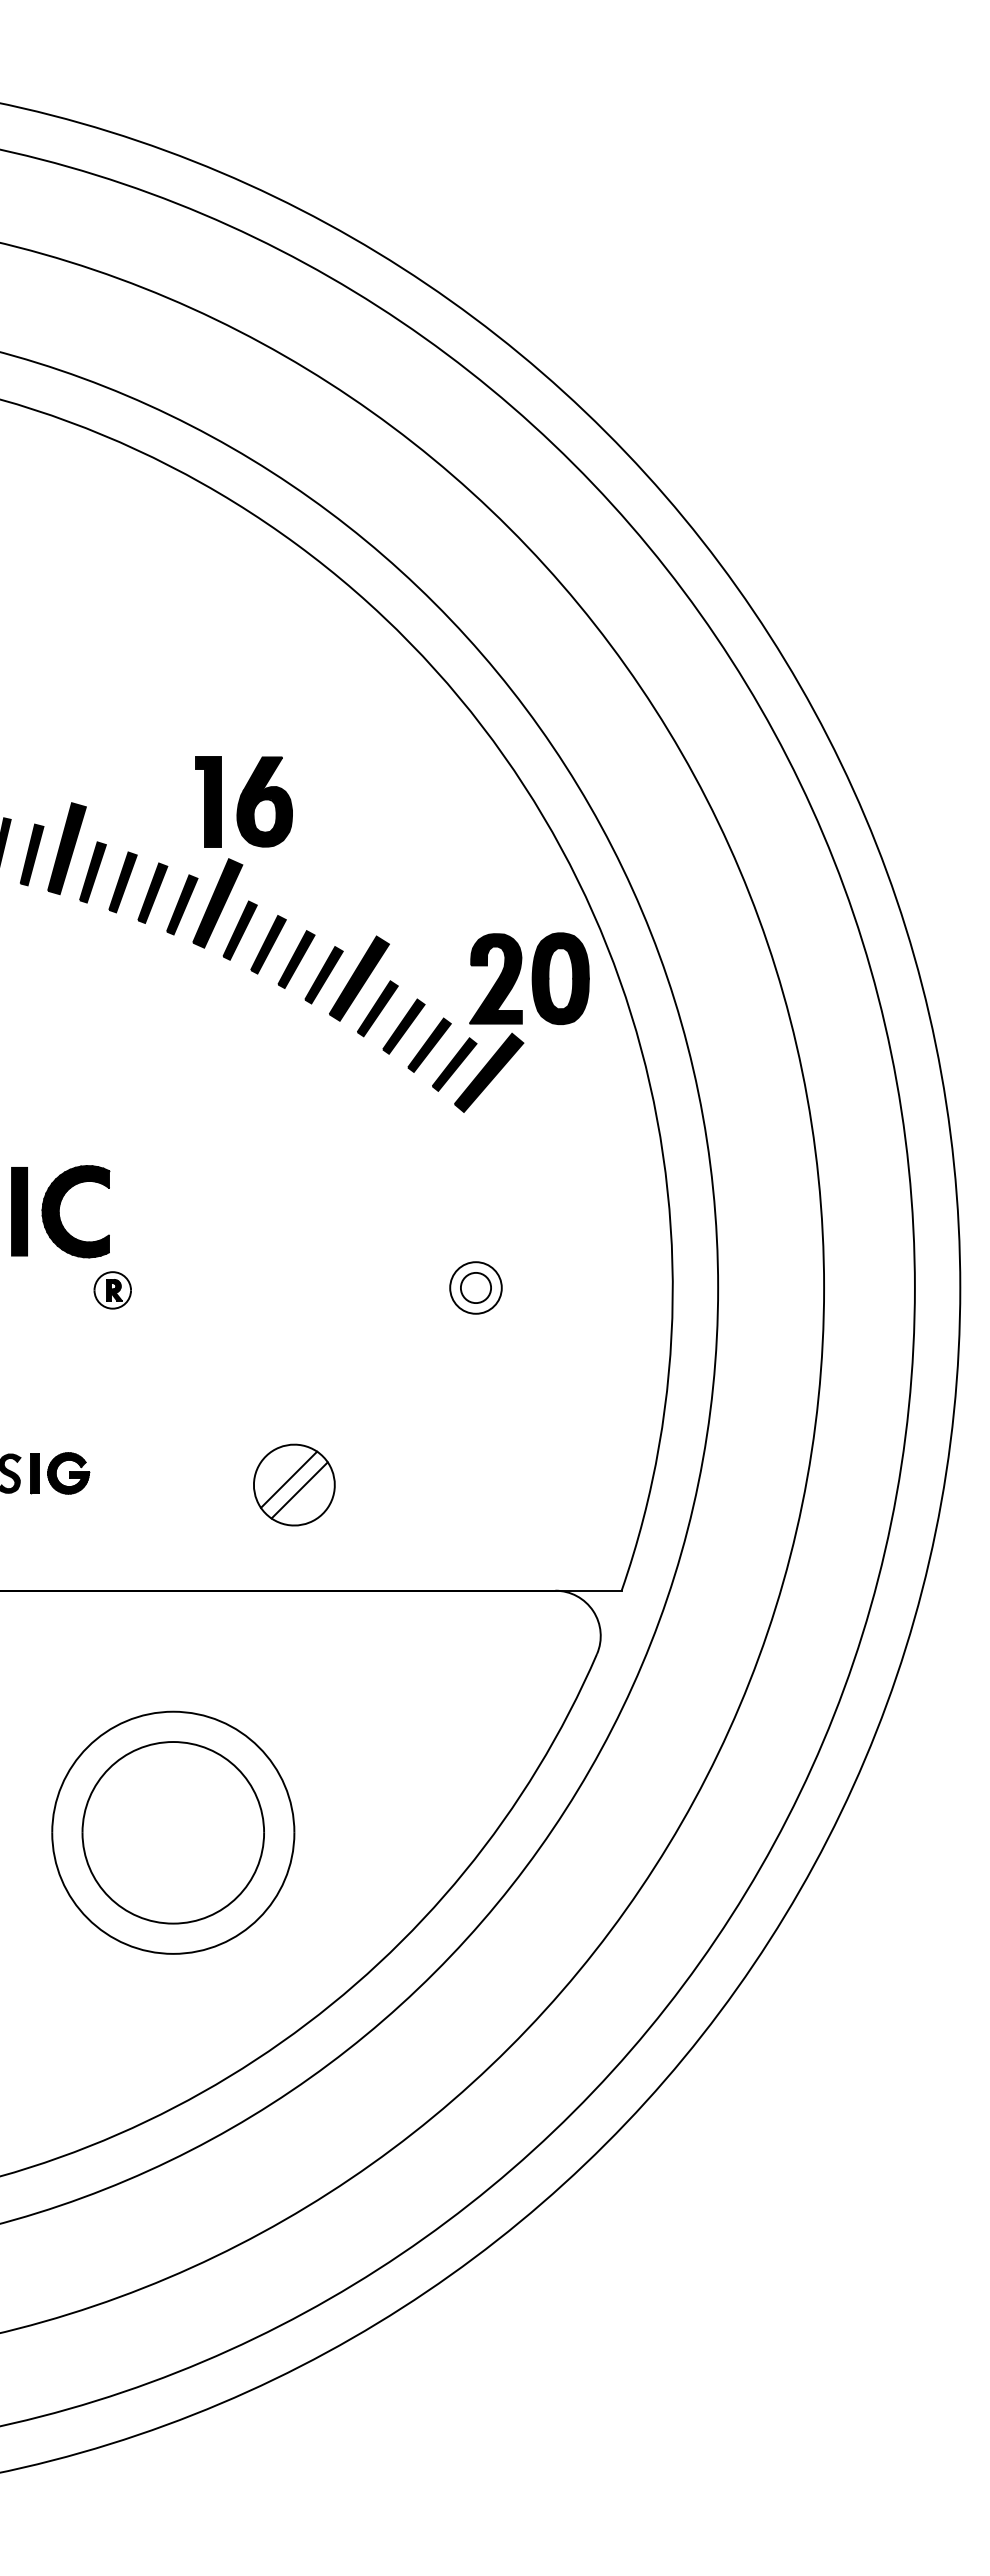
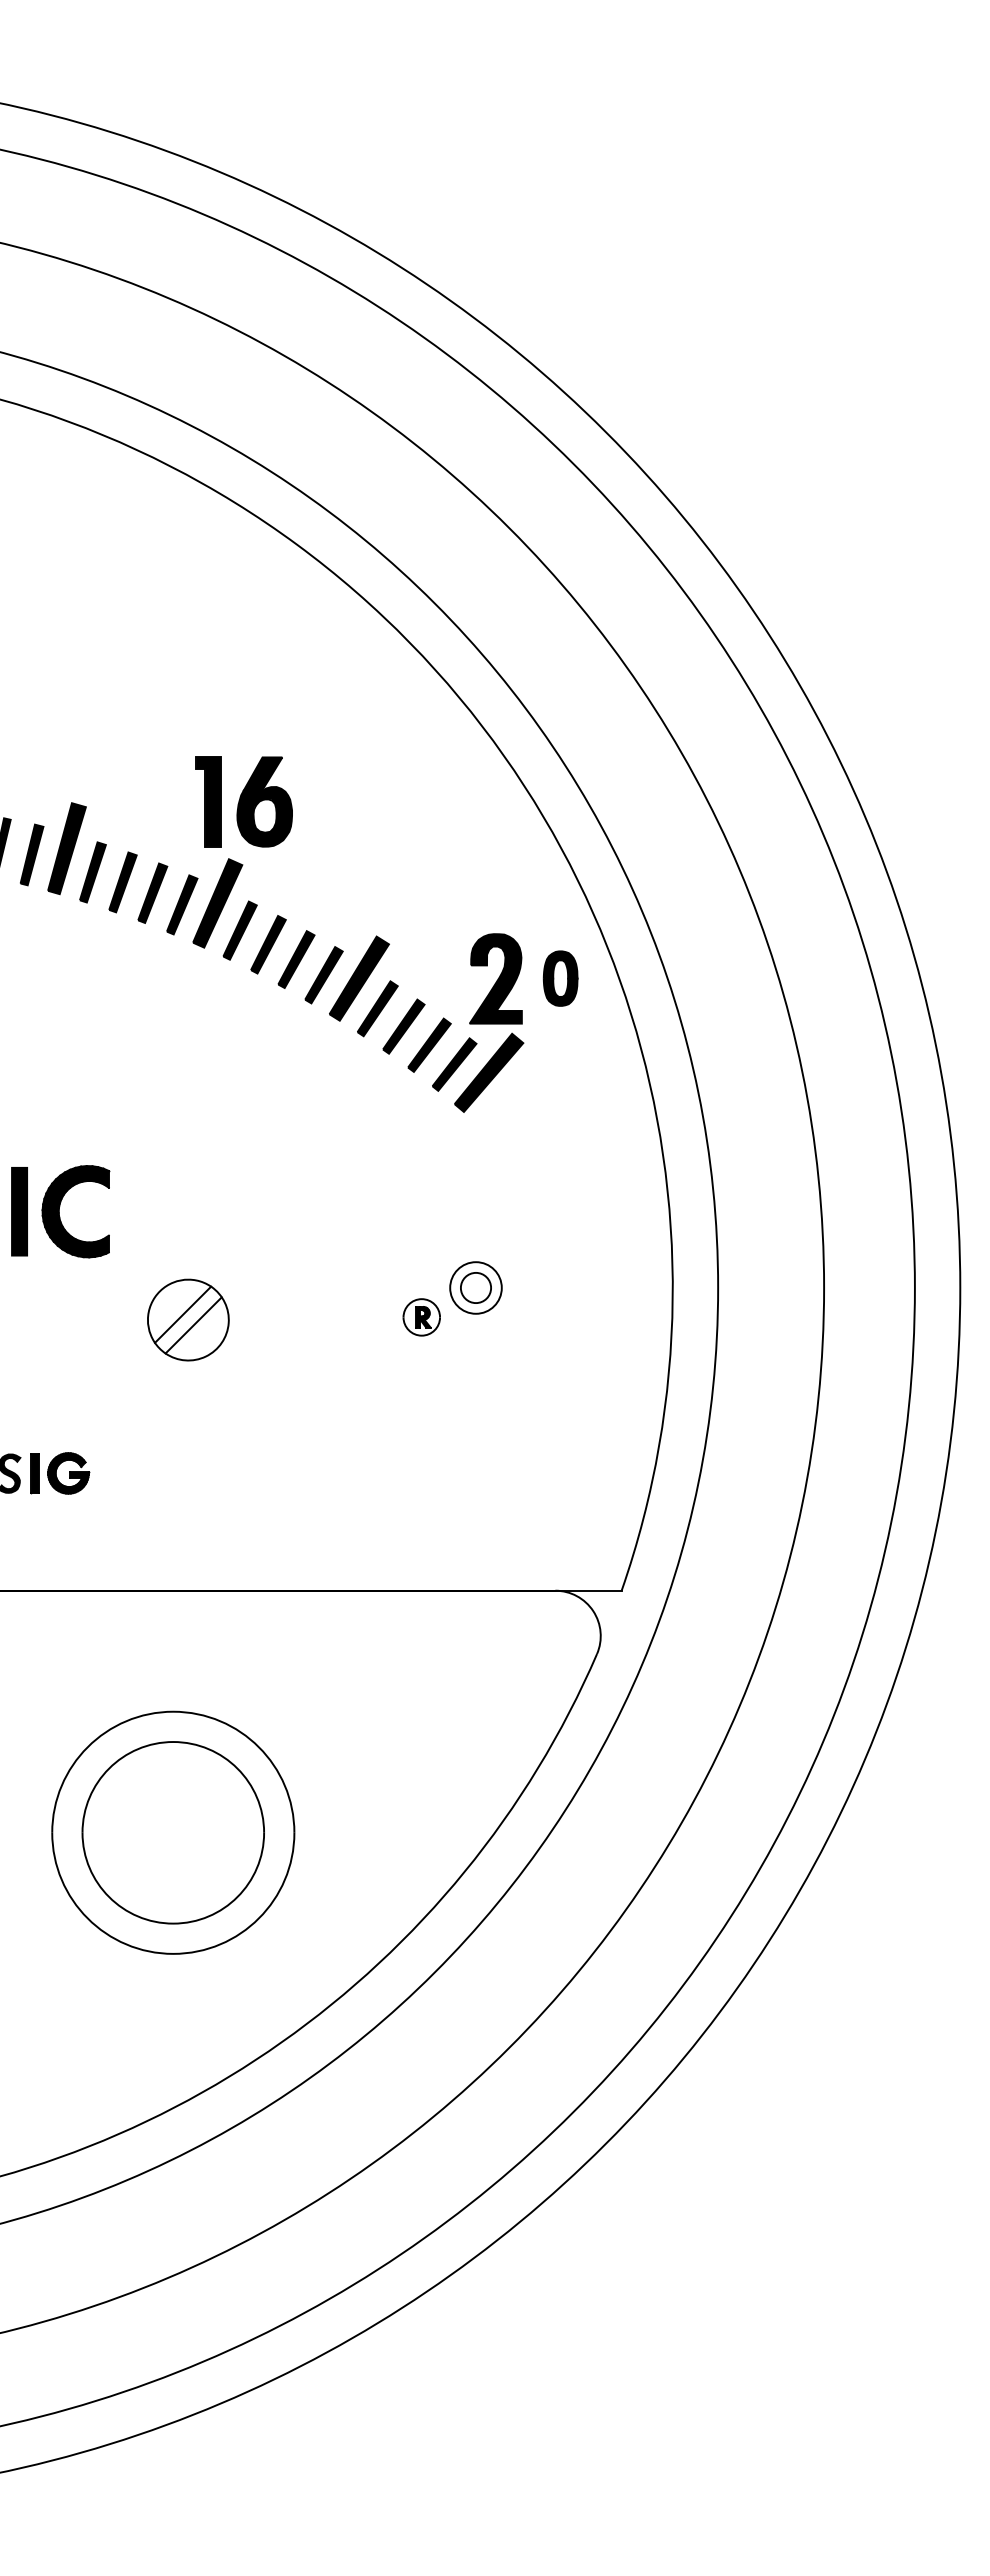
part at (560, 978) size: 59x93 px -> 37x57 px
part at (112, 1290) position: (112, 1290) -> (421, 1317)
part at (294, 1484) position: (294, 1484) -> (188, 1319)
